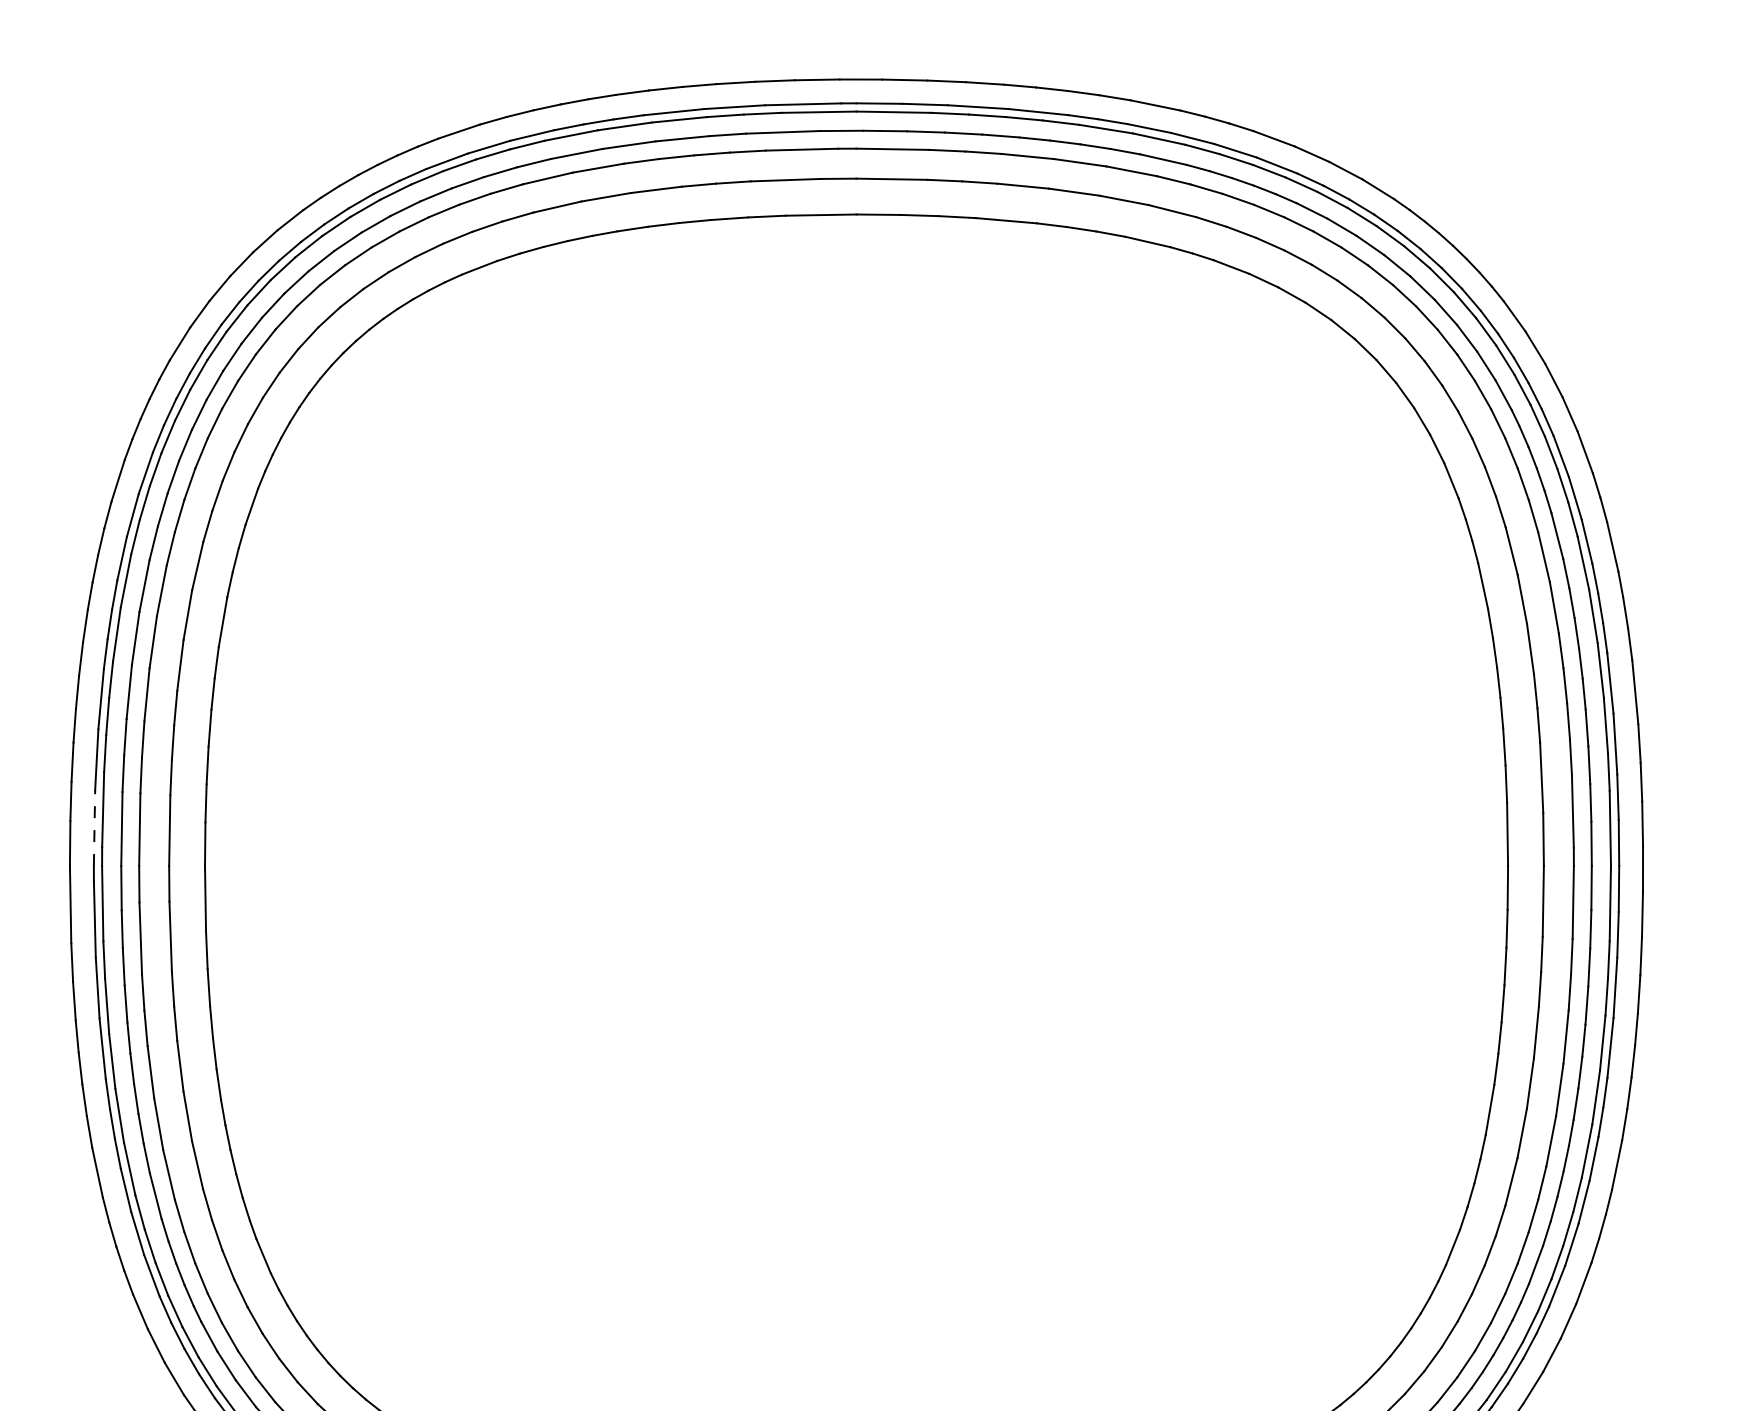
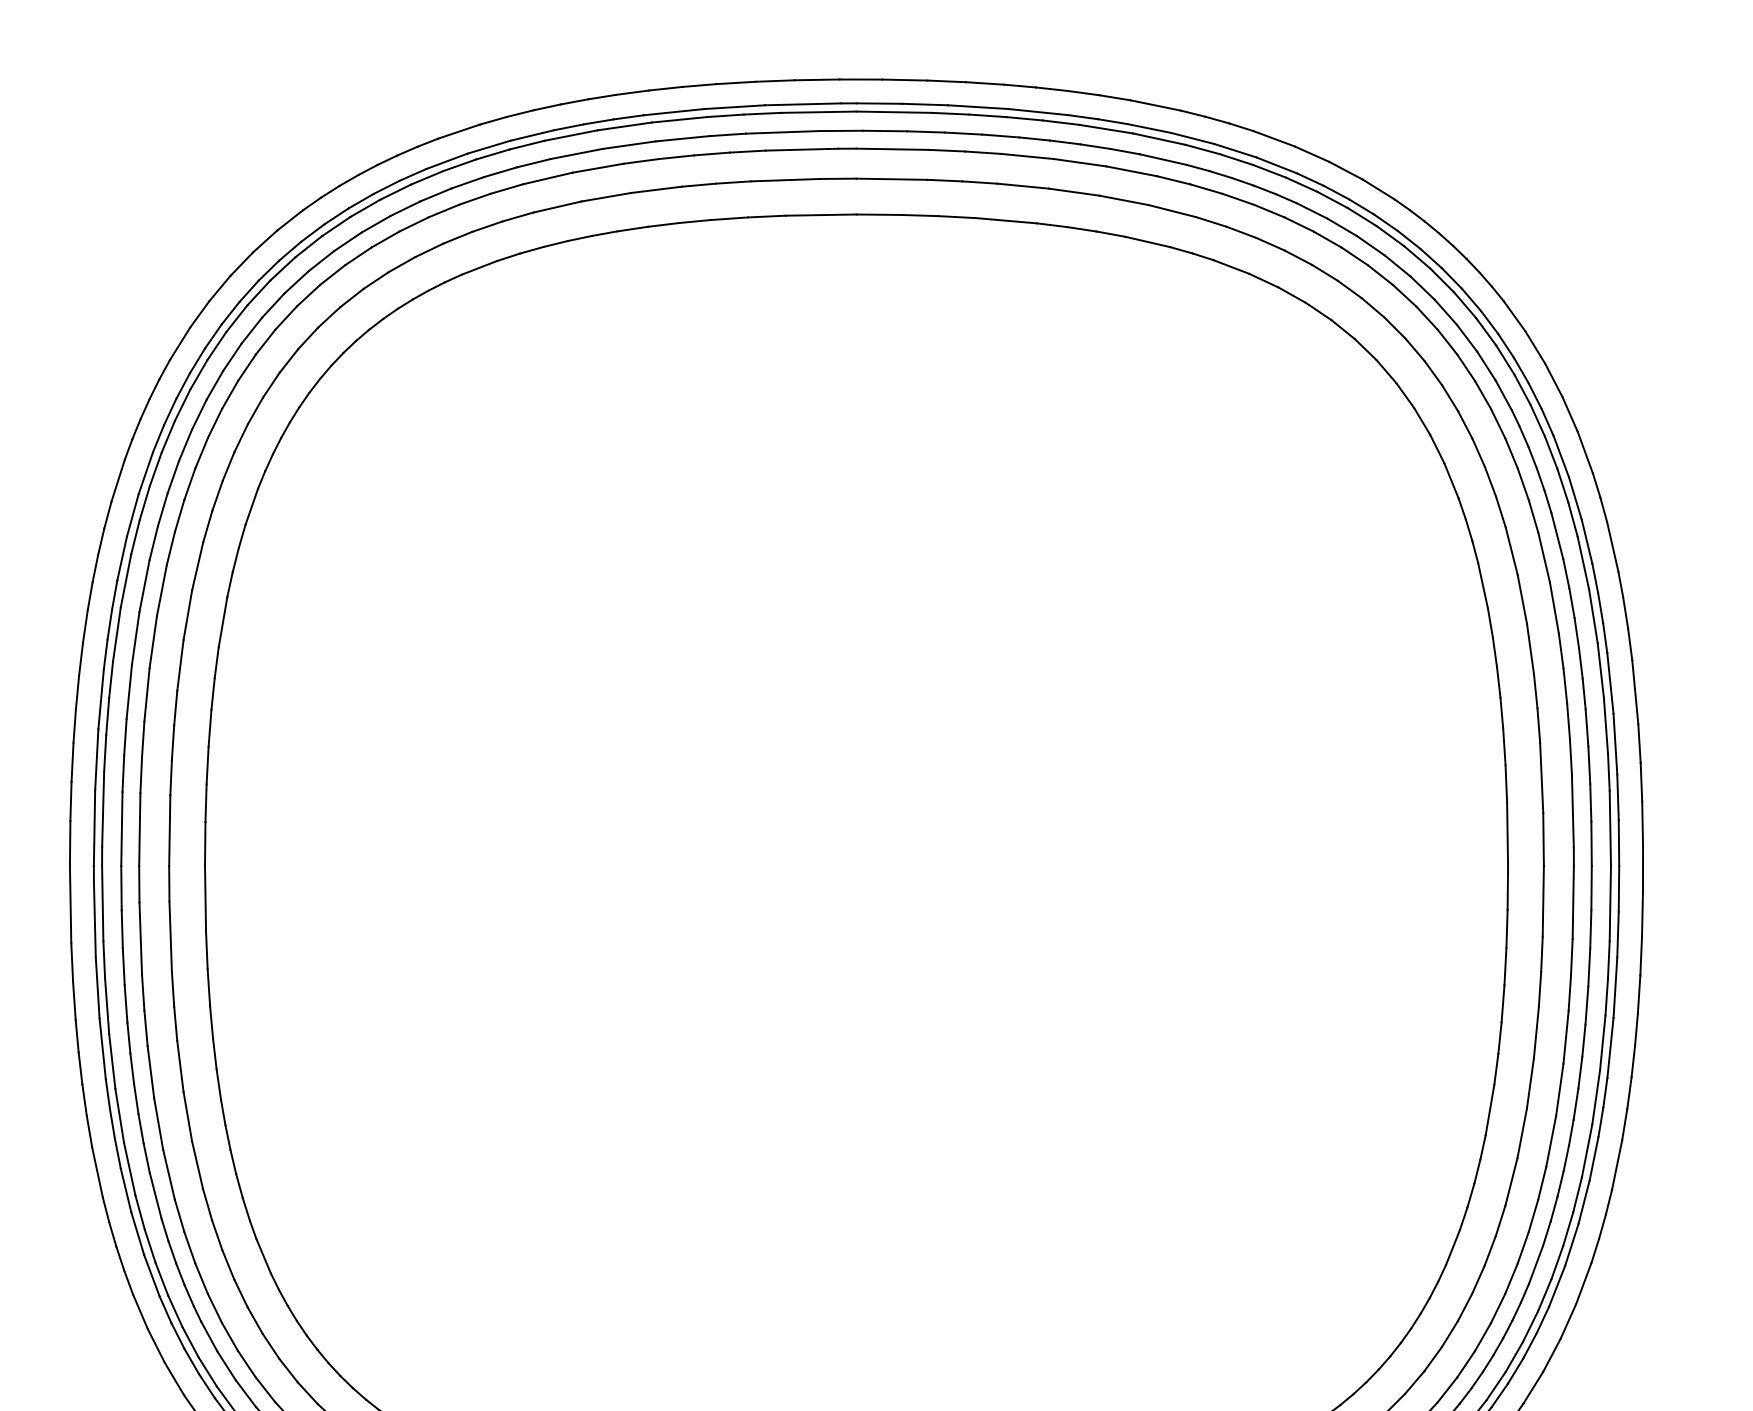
line at (94, 827): dashed -> solid
